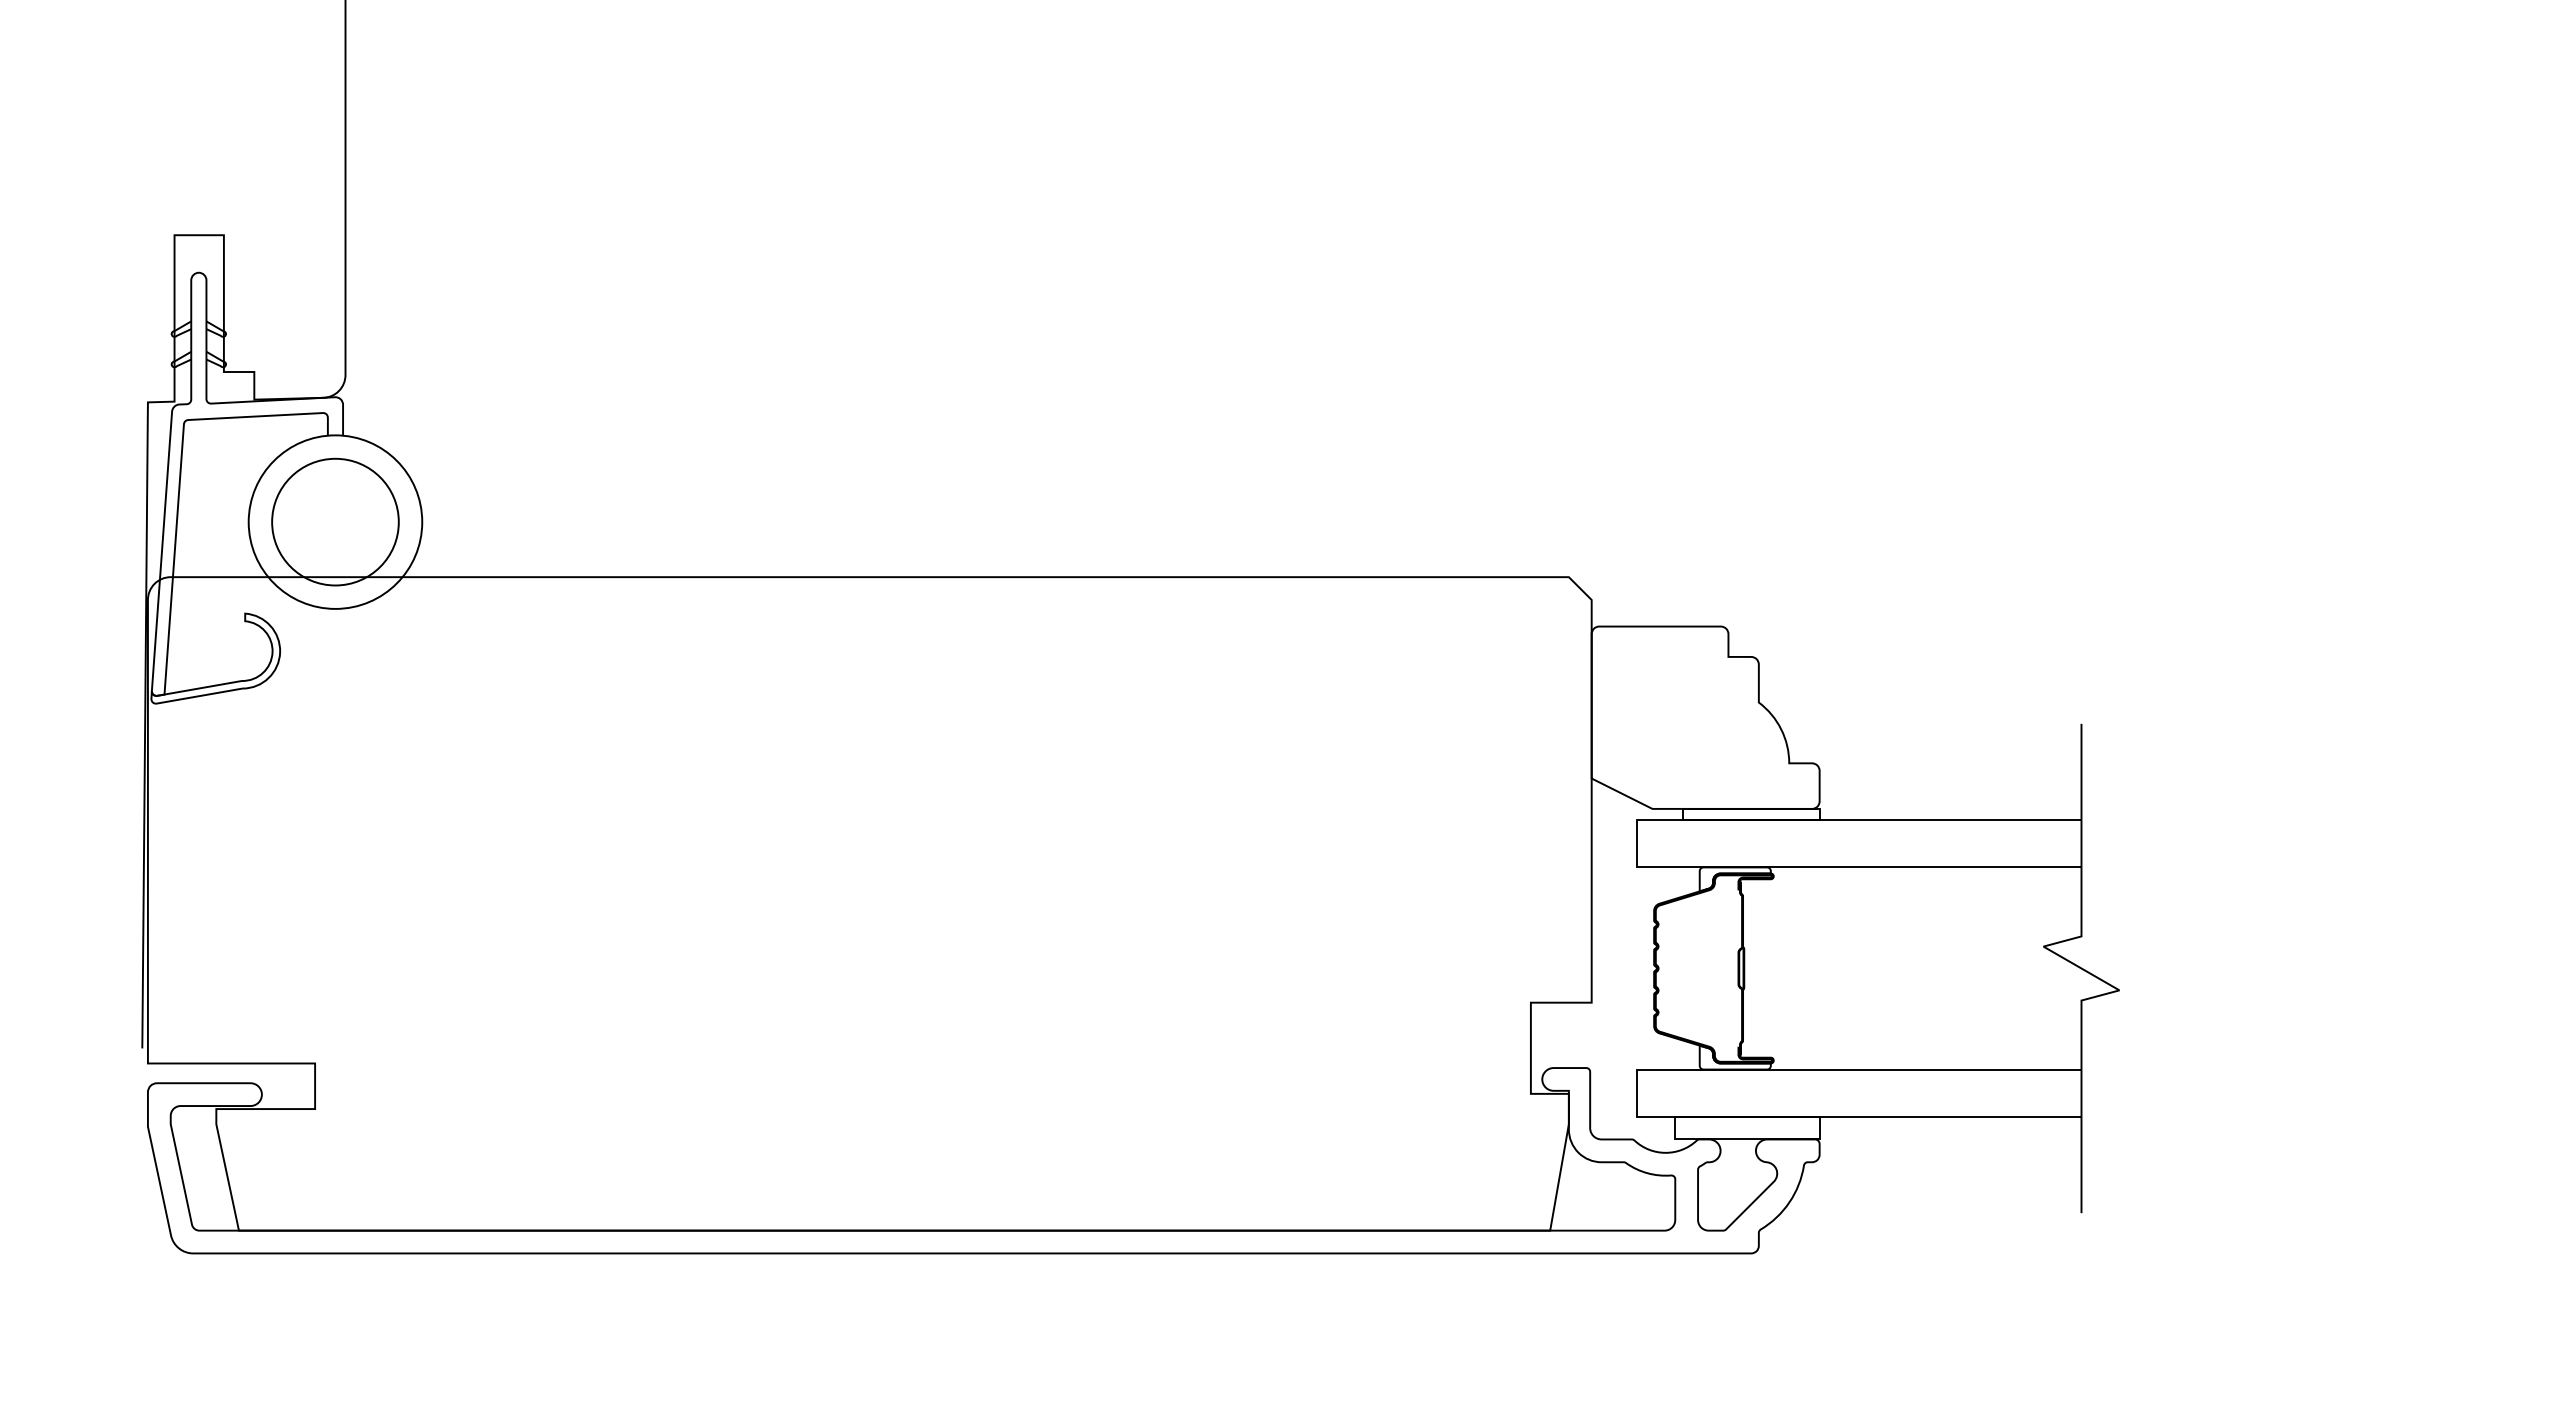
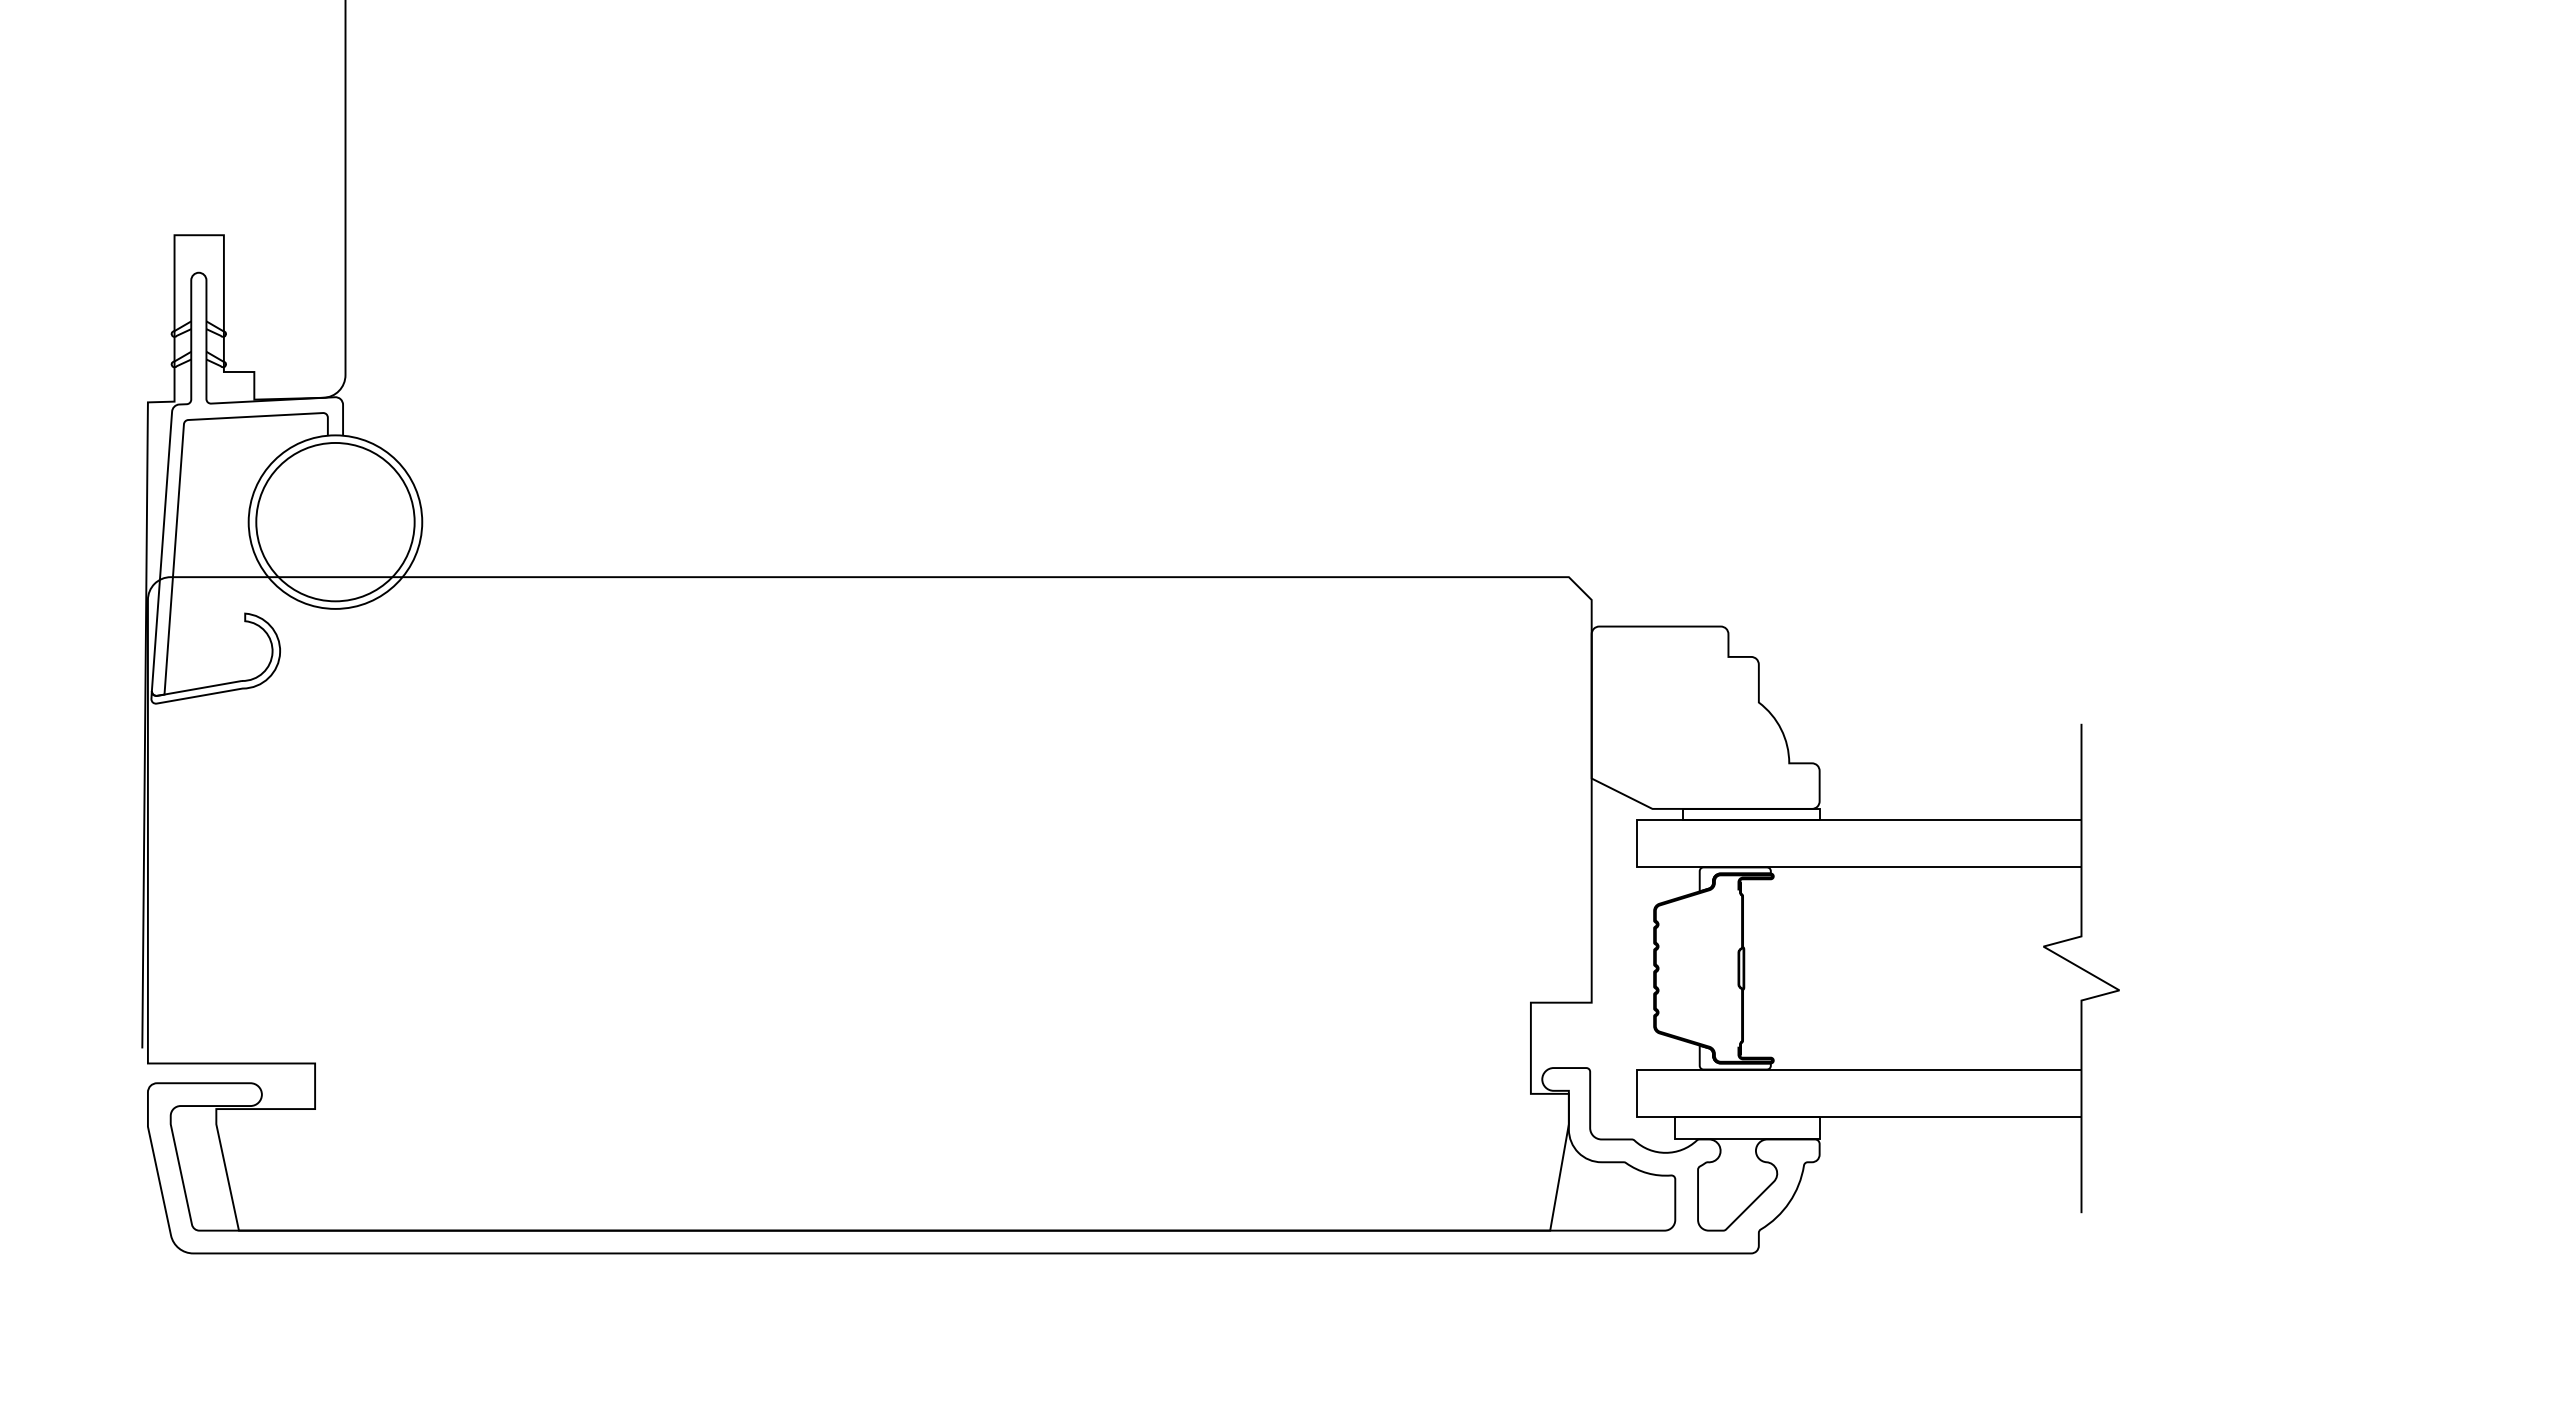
circle at (335, 521) diameter: 127 px -> 158 px
